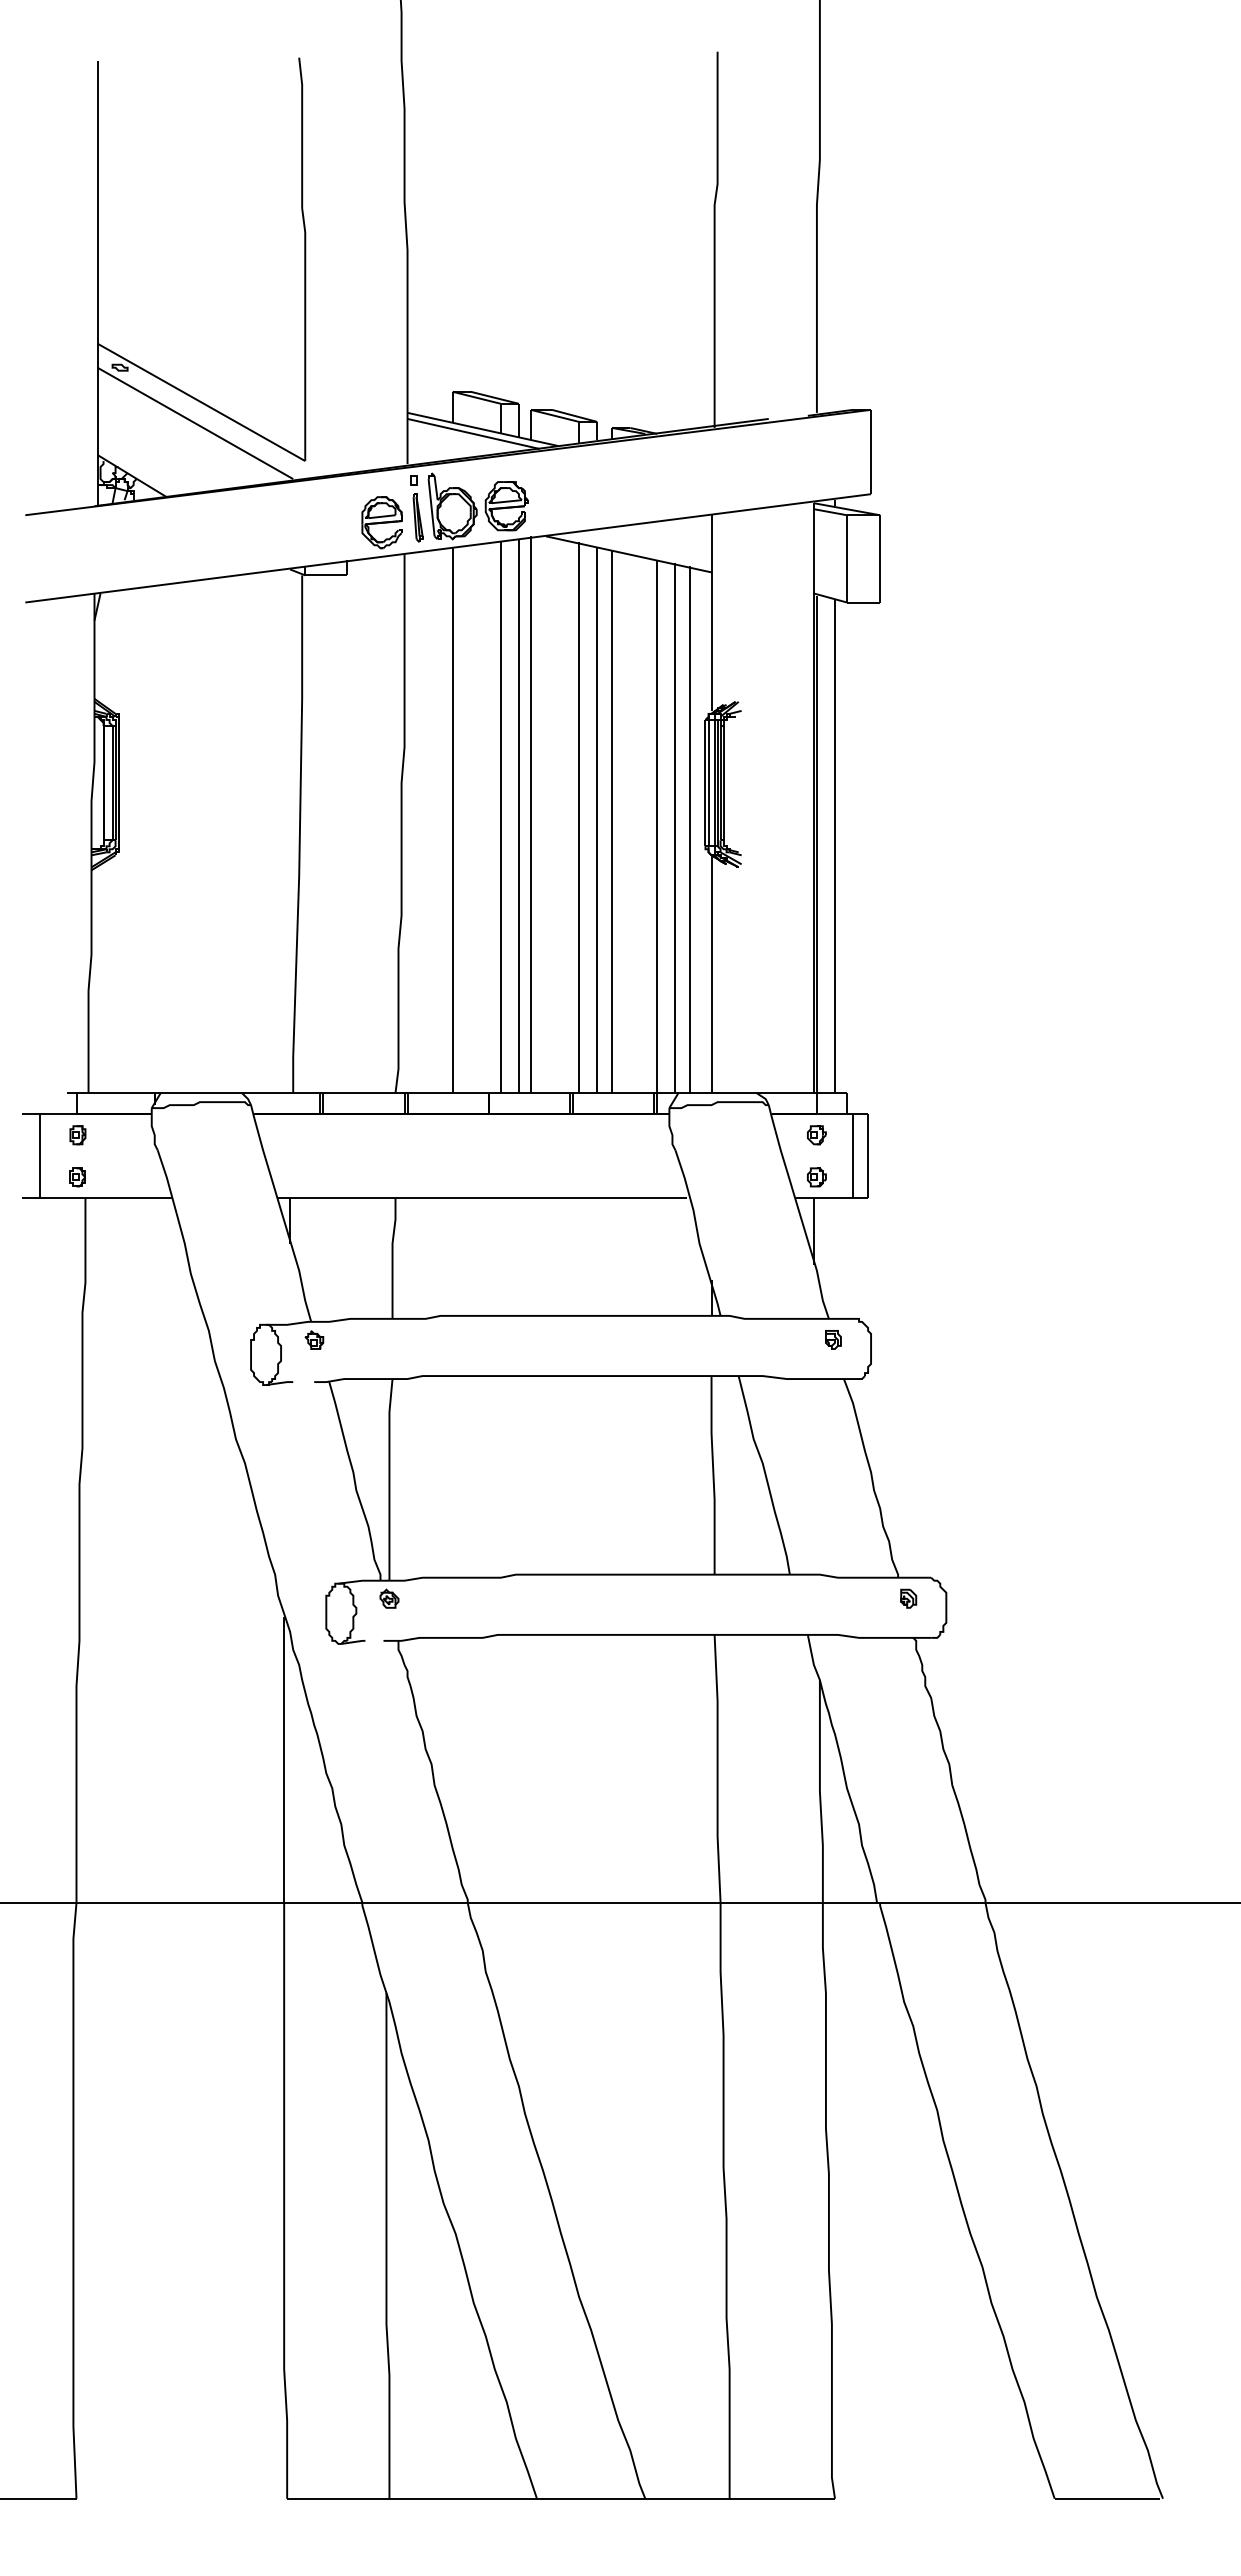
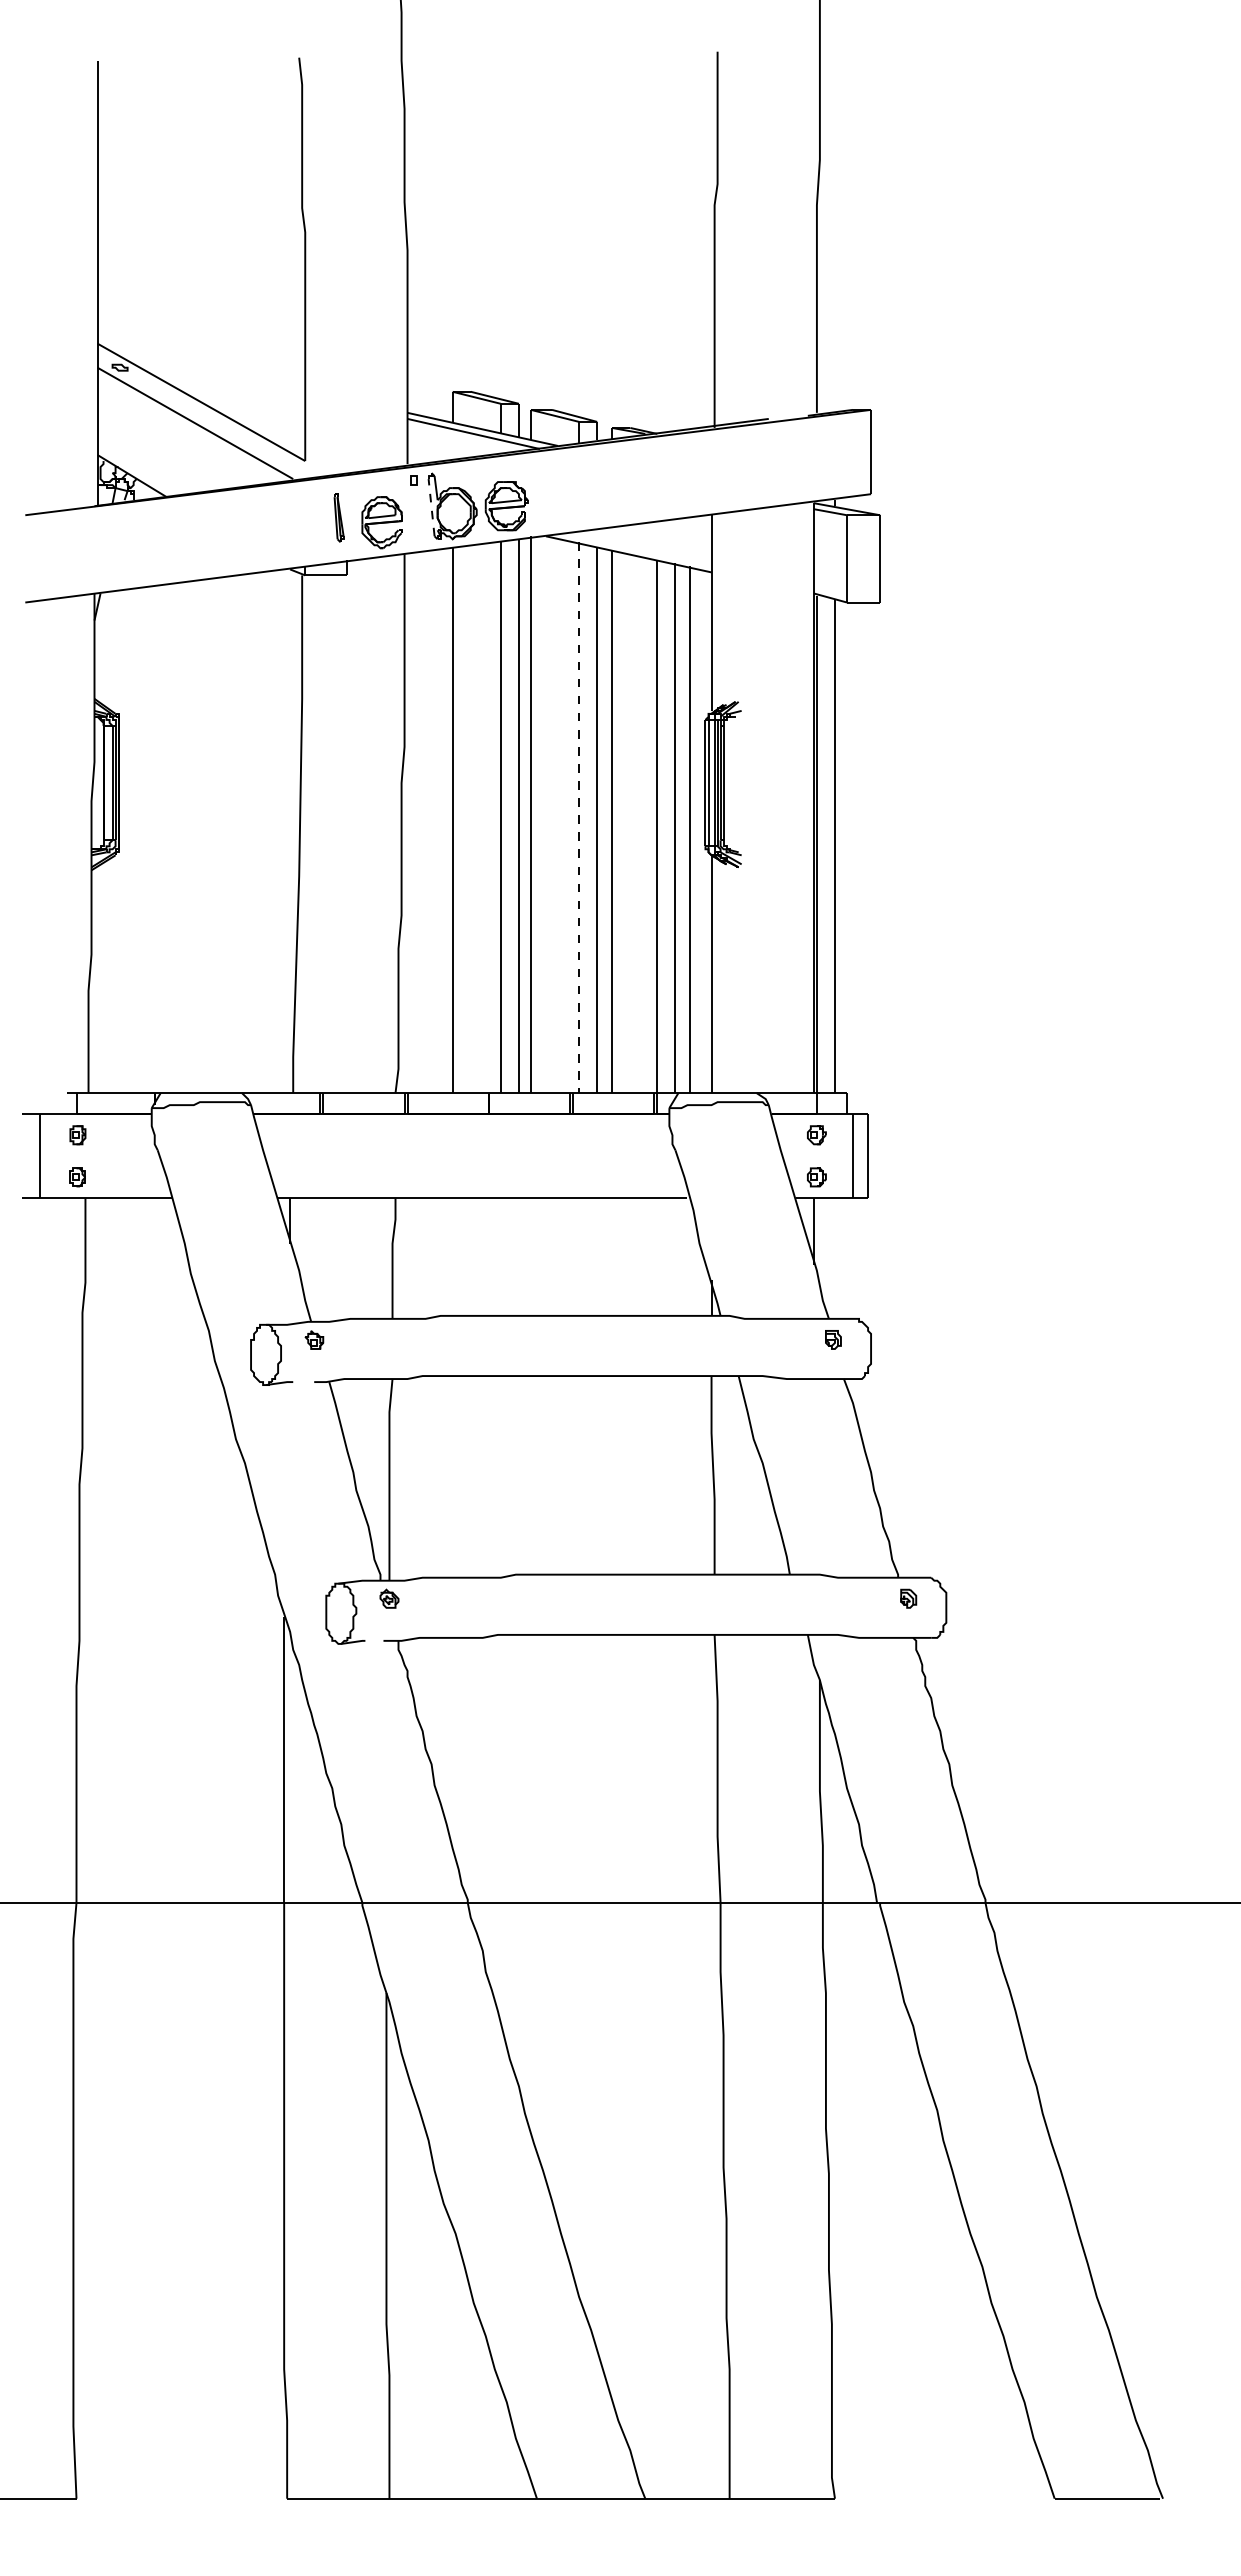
line at (431, 507): solid -> dashed
part at (417, 517) position: (417, 517) -> (338, 517)
line at (579, 818): solid -> dashed
